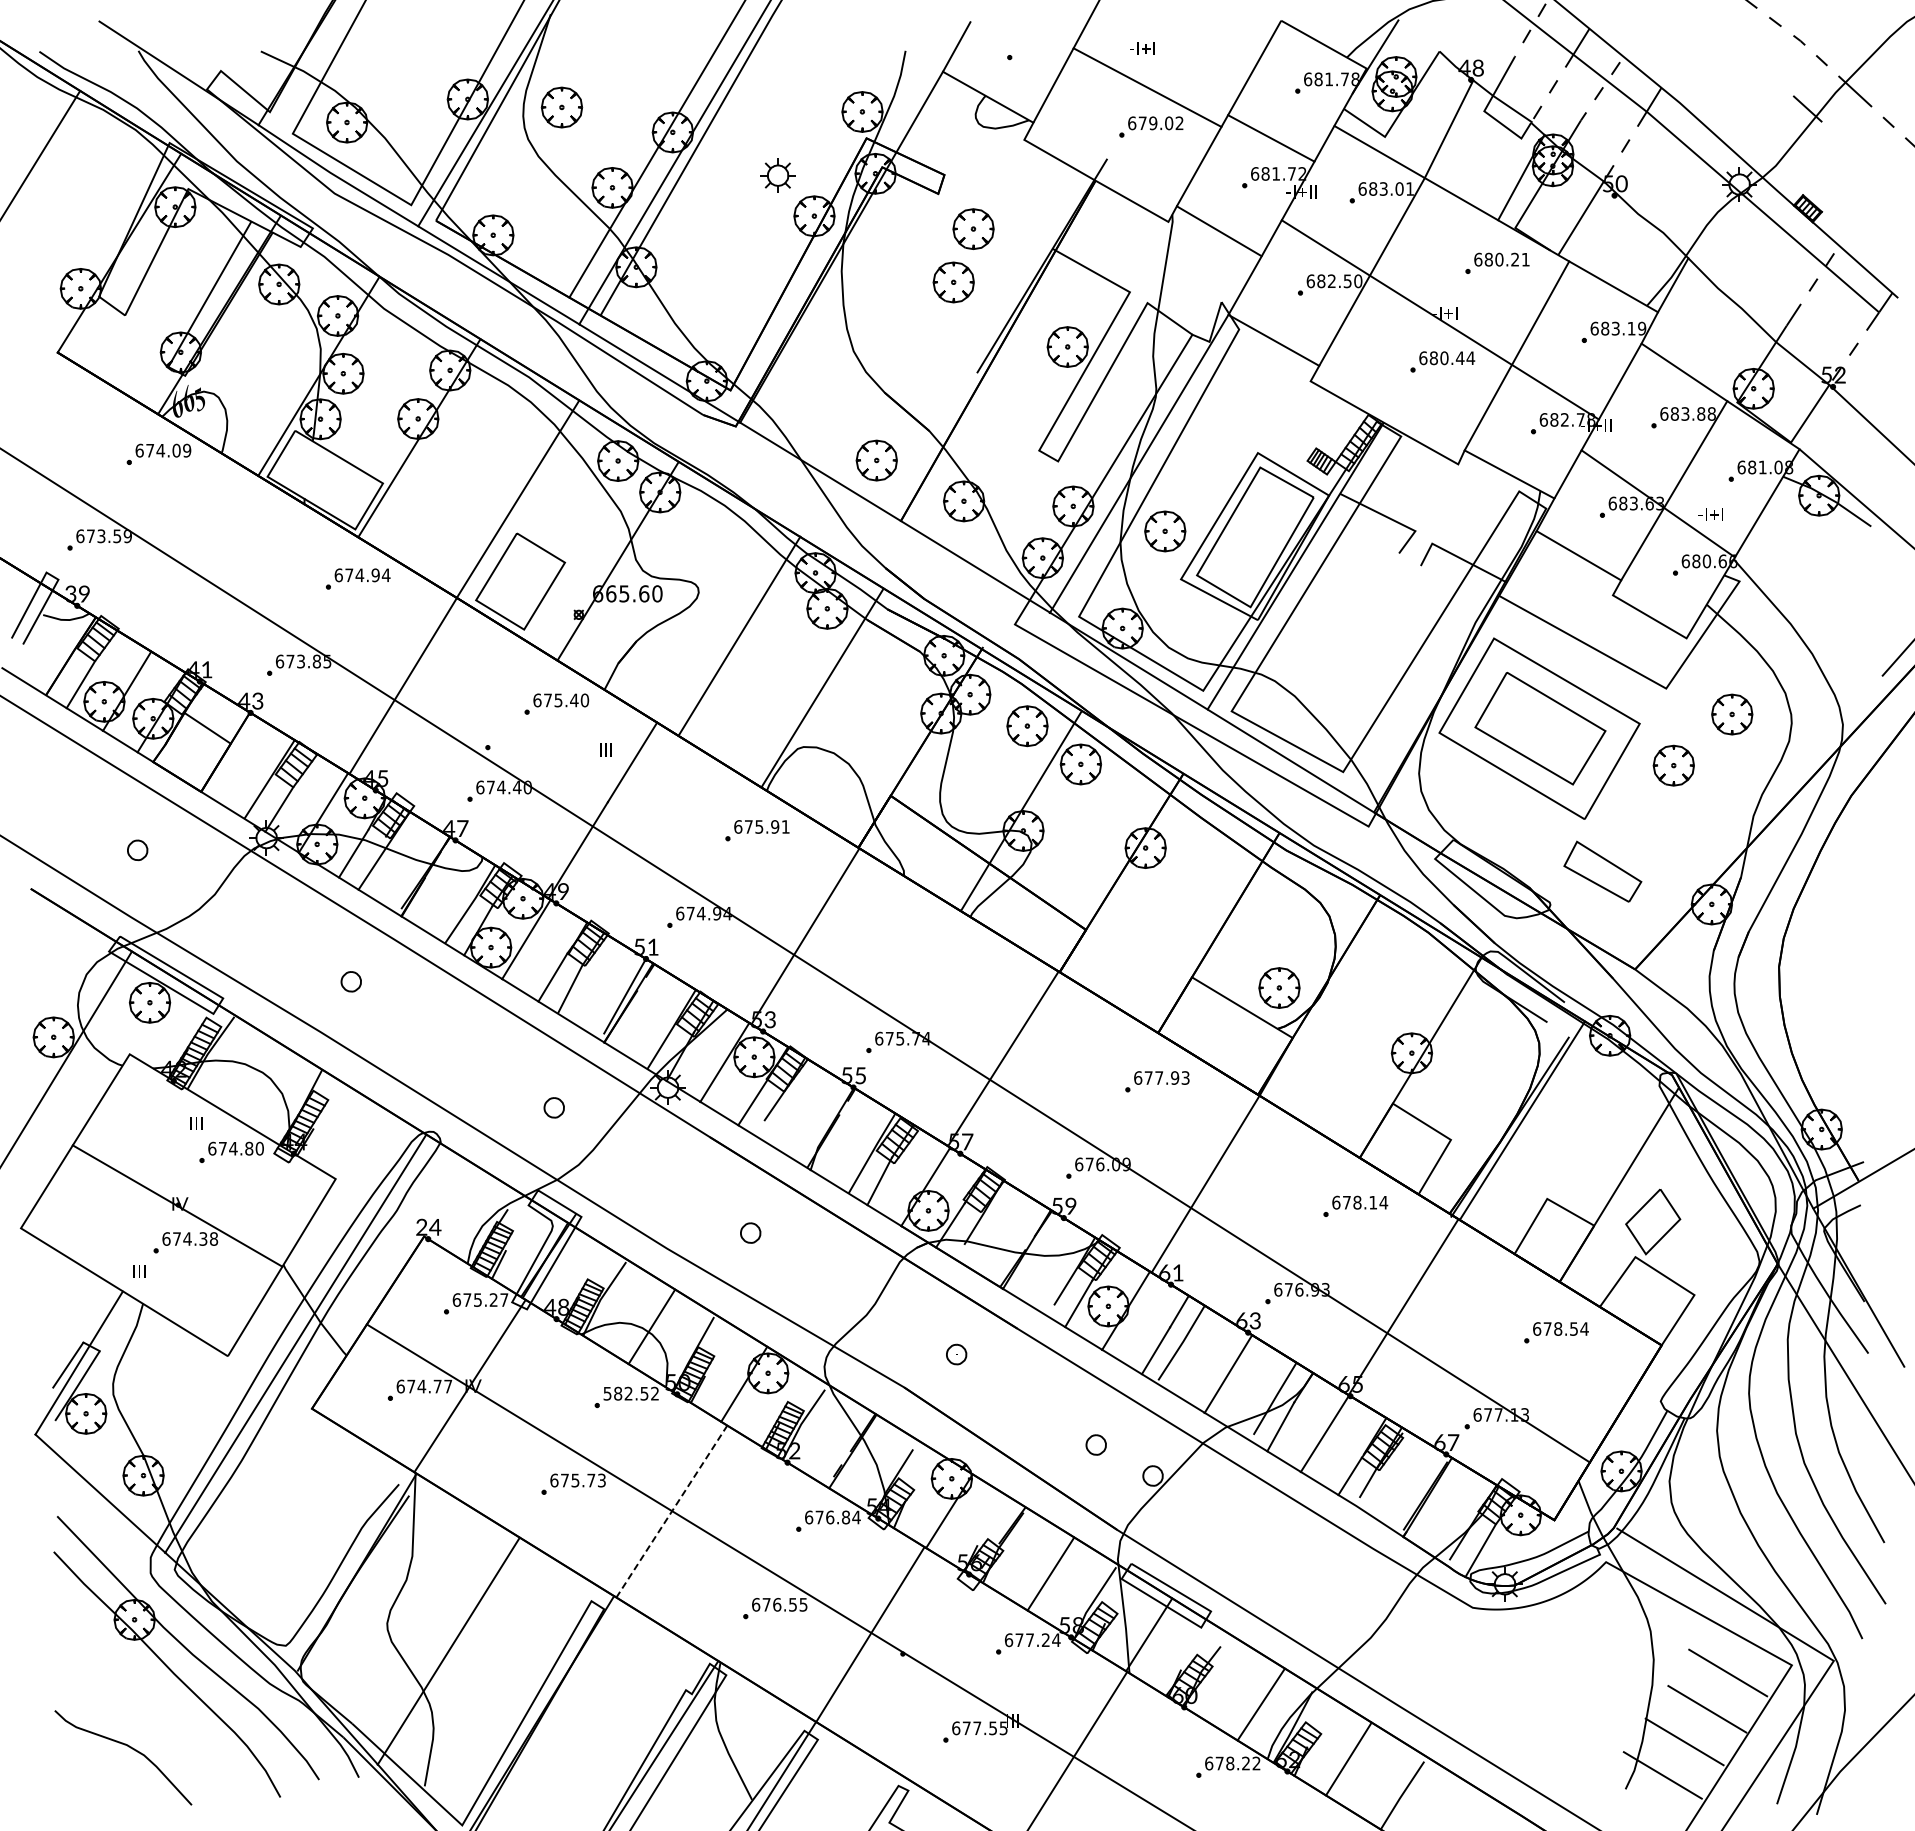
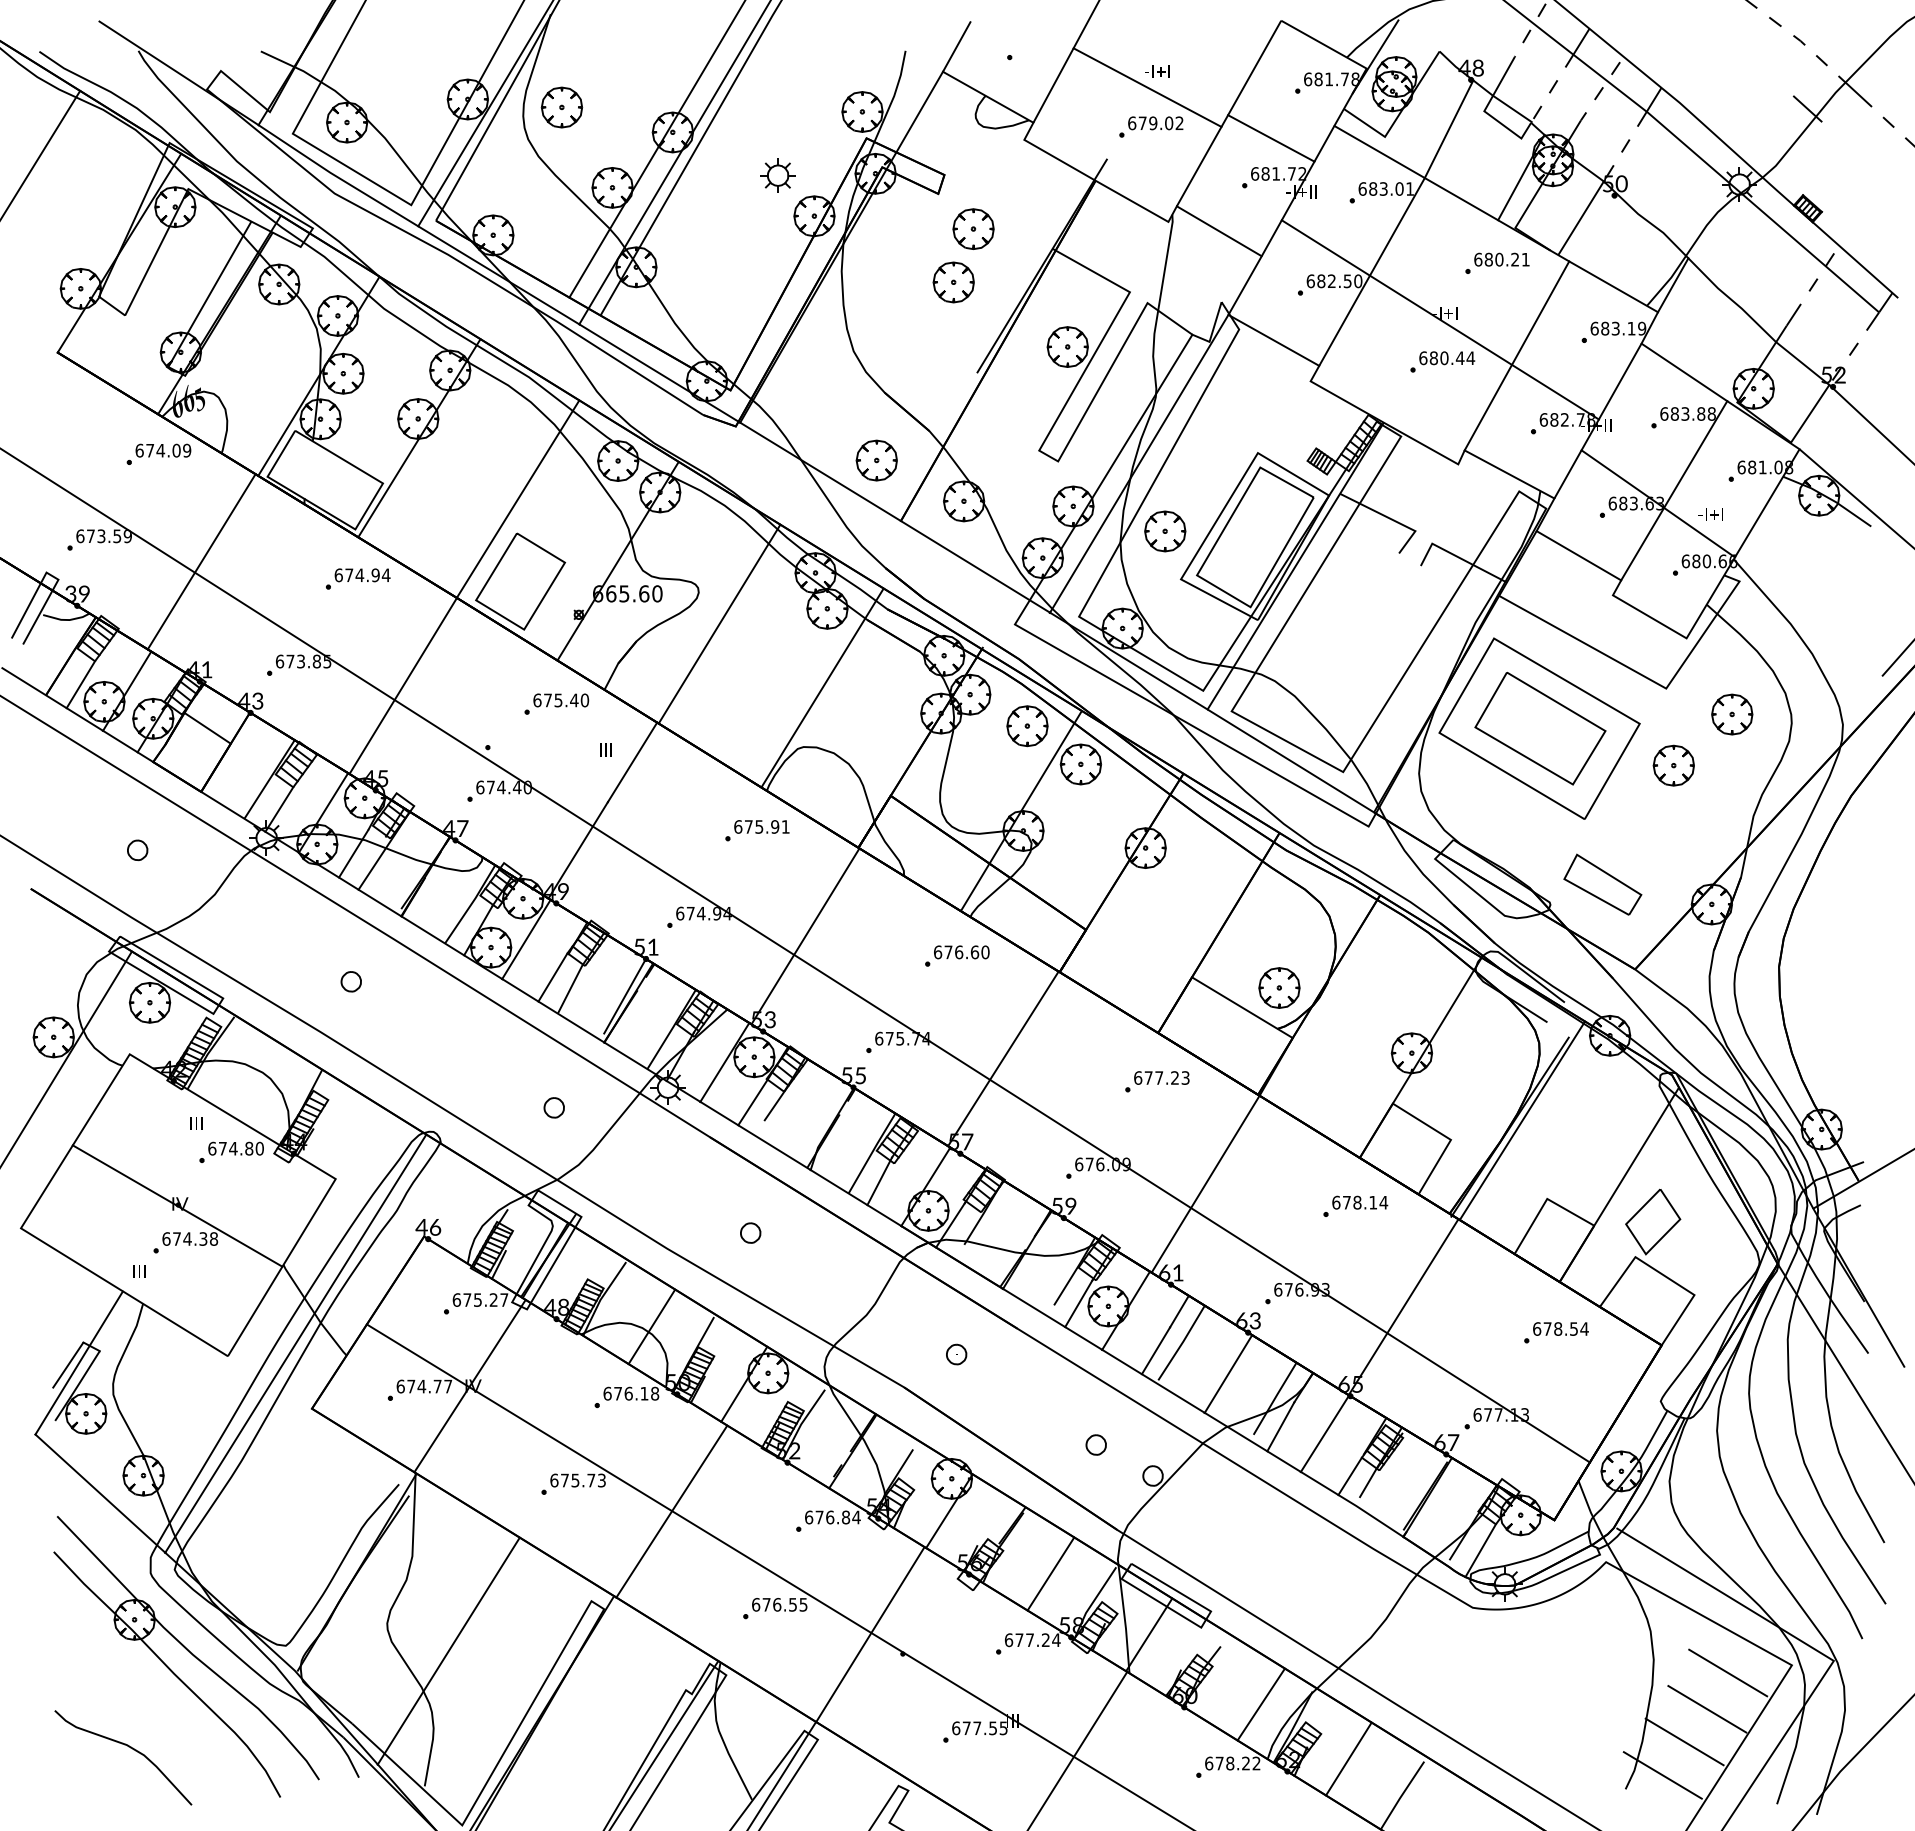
text at (1142, 48) position: (1142, 48) -> (1157, 71)
line at (201, 561): none -> present
line at (739, 635) position: (739, 635) -> (719, 623)
part at (1602, 871) position: (1602, 871) -> (1602, 884)
part at (957, 955): none -> present
text at (1175, 1077): 677.93 -> 677.23
text at (428, 1226): 24 -> 46
text at (631, 1393): 582.52 -> 676.18
line at (672, 1511): dashed -> solid
